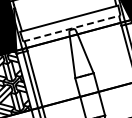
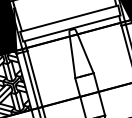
line at (72, 28): dashed -> solid
